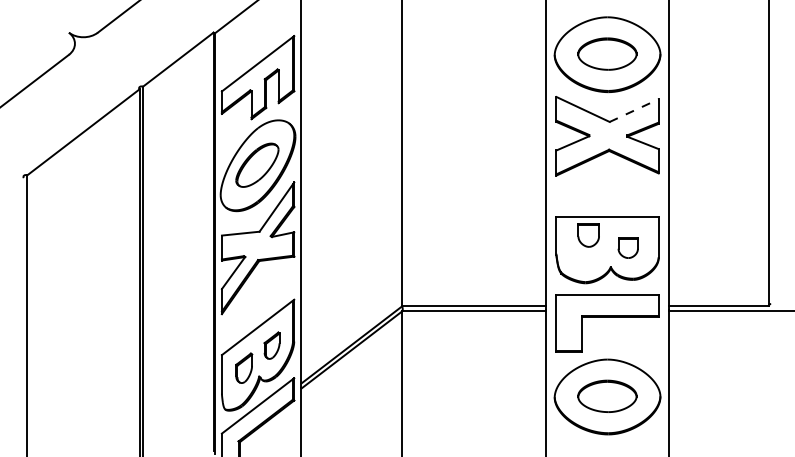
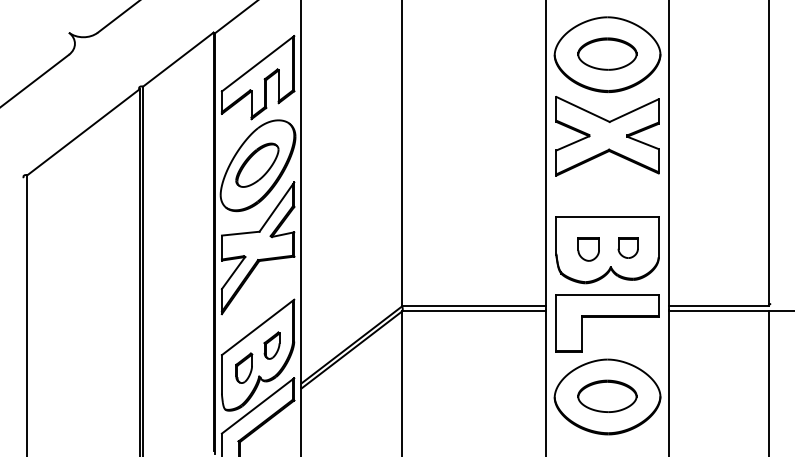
line at (634, 110): dashed -> solid
part at (588, 235) position: (588, 235) -> (588, 249)
line at (768, 382): none -> present
